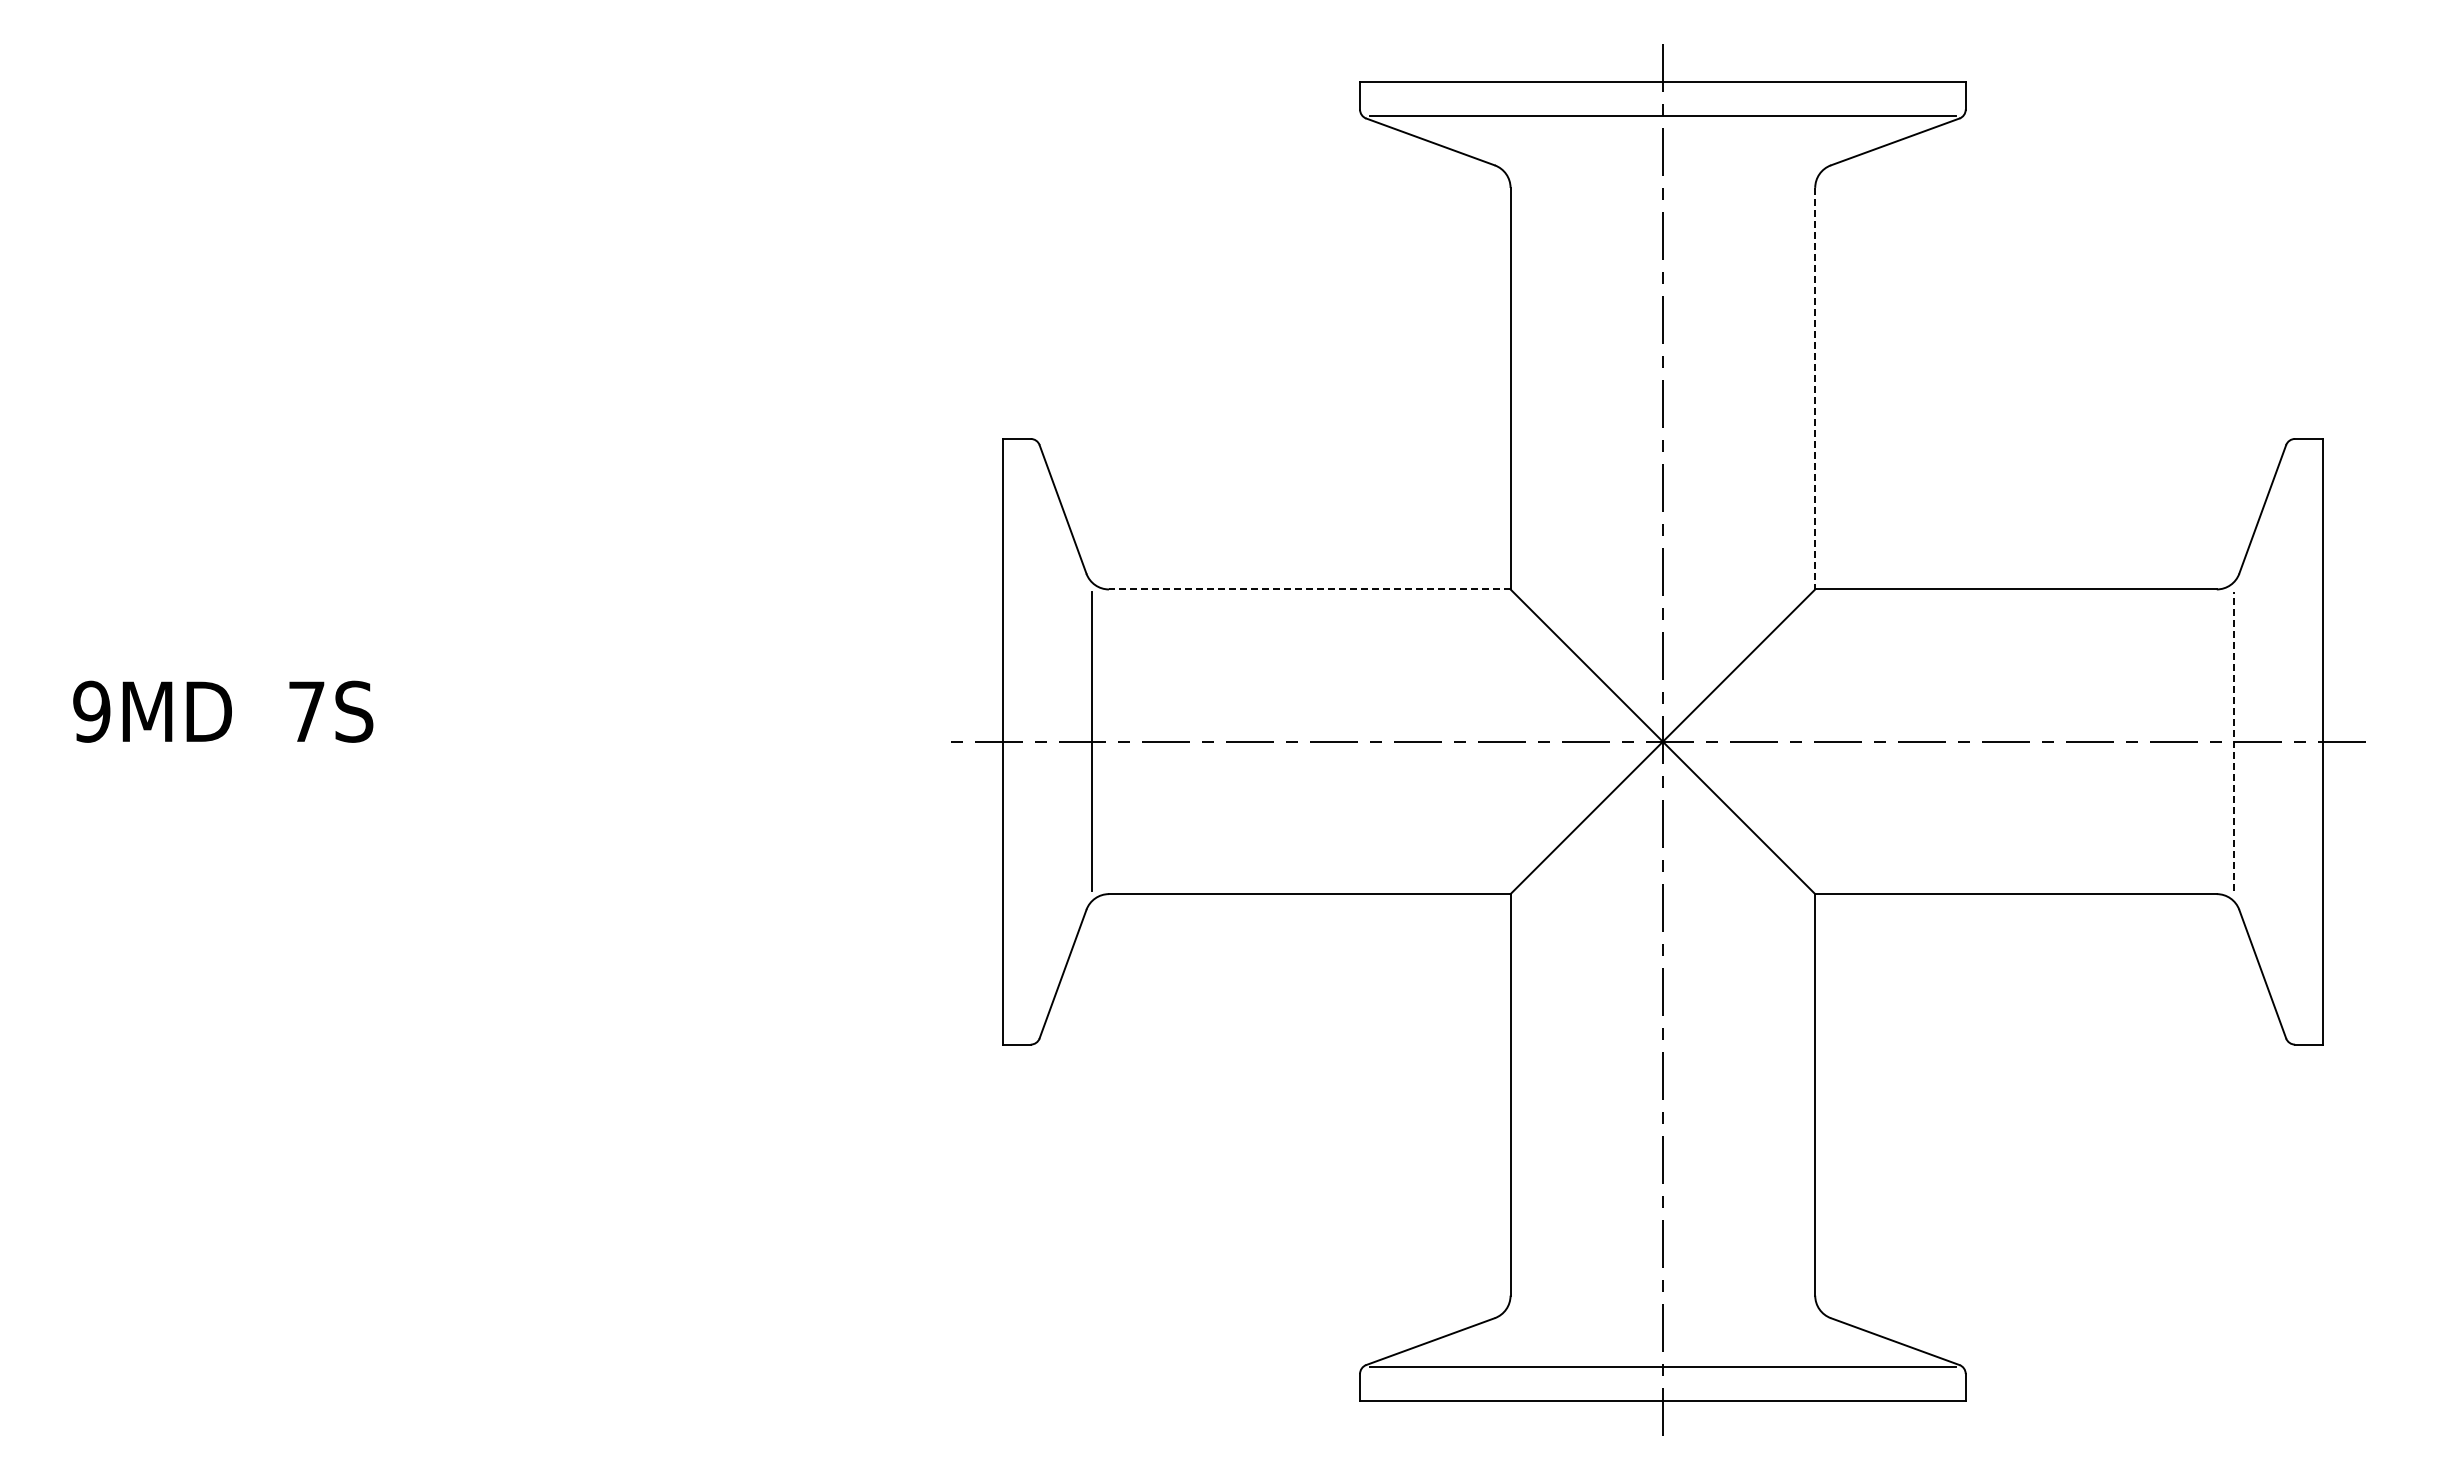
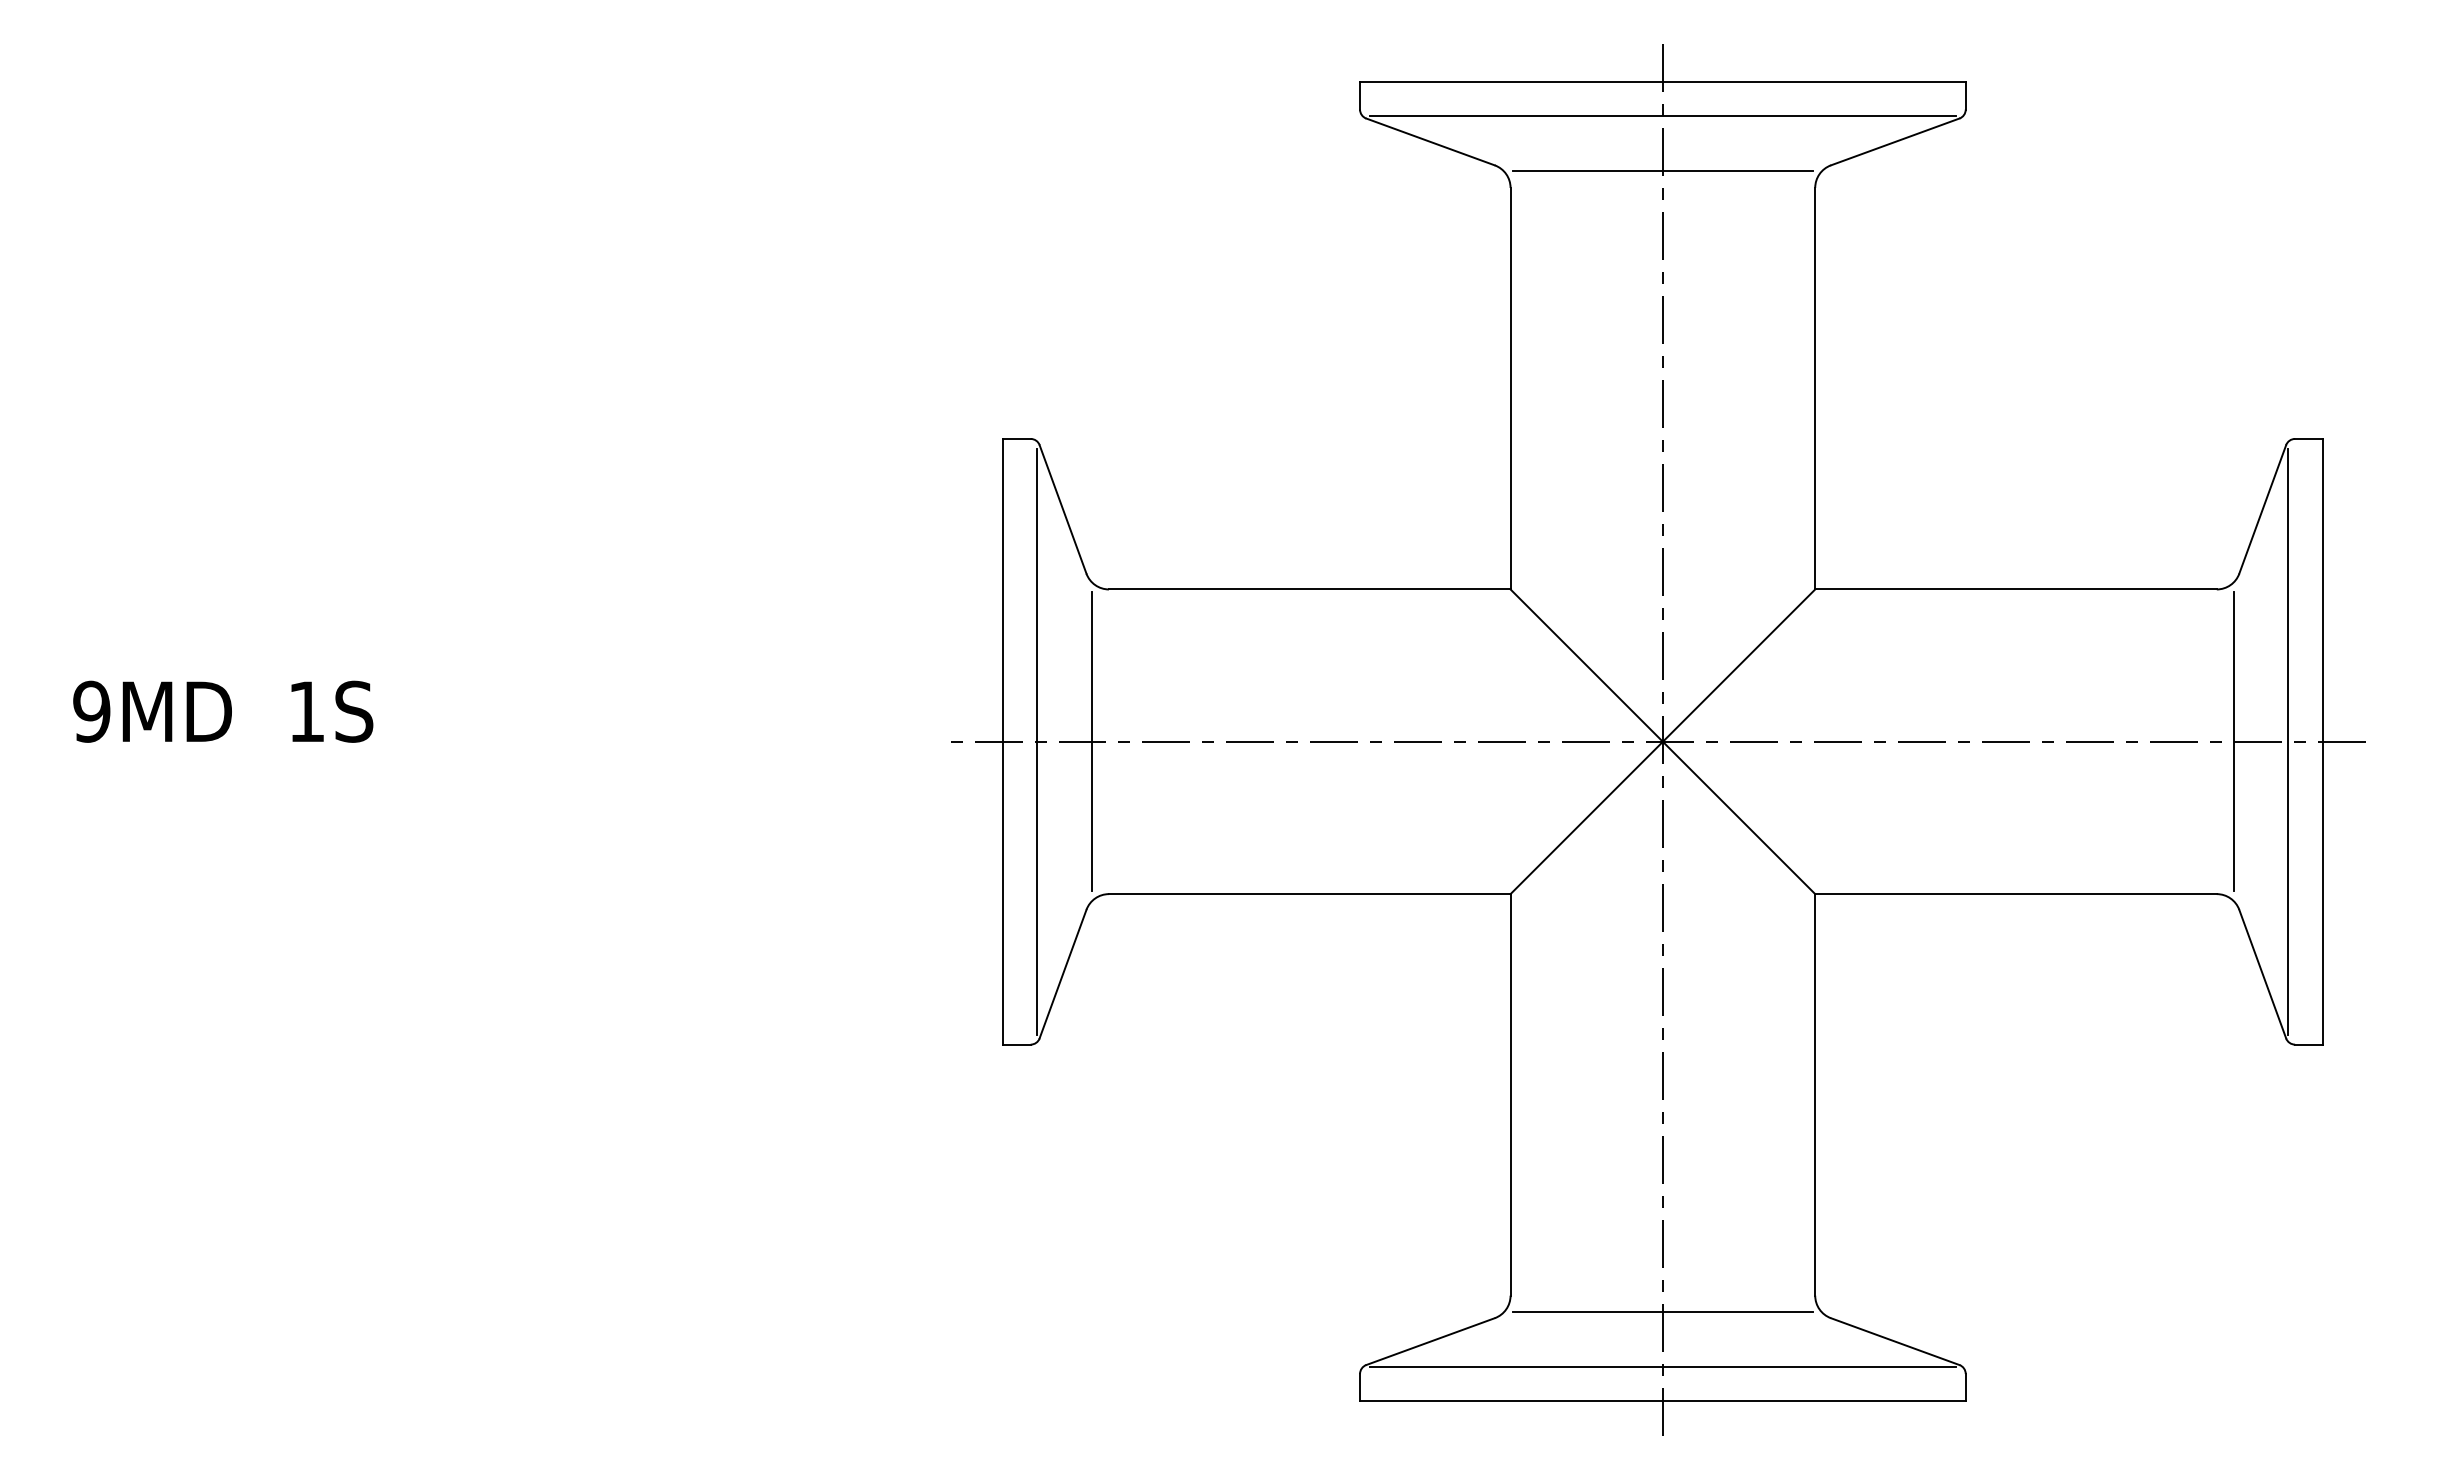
line at (1662, 171): none -> present
line at (1815, 388): dashed -> solid
line at (1309, 589): dashed -> solid
text at (306, 711): 7S -> 1S
line at (1037, 741): none -> present
line at (2233, 741): dashed -> solid
line at (2288, 741): none -> present
line at (1662, 1312): none -> present
